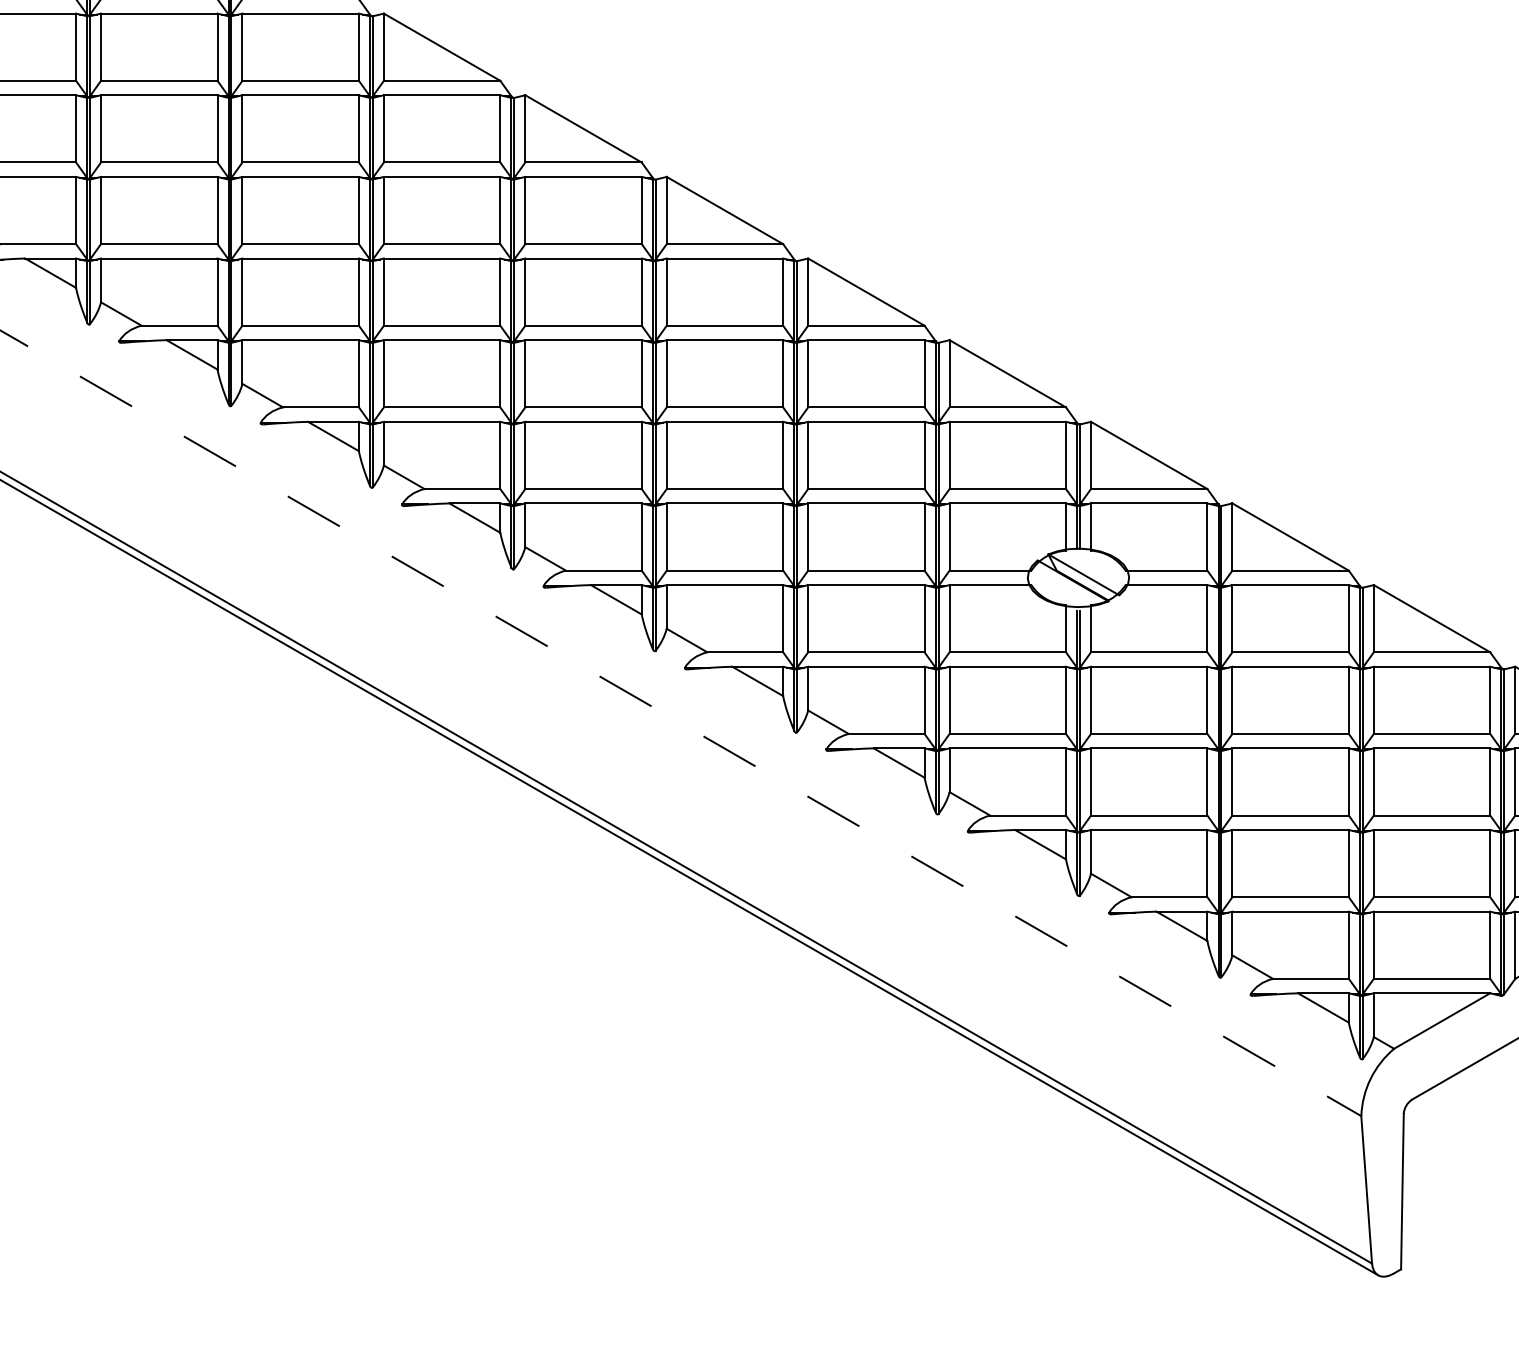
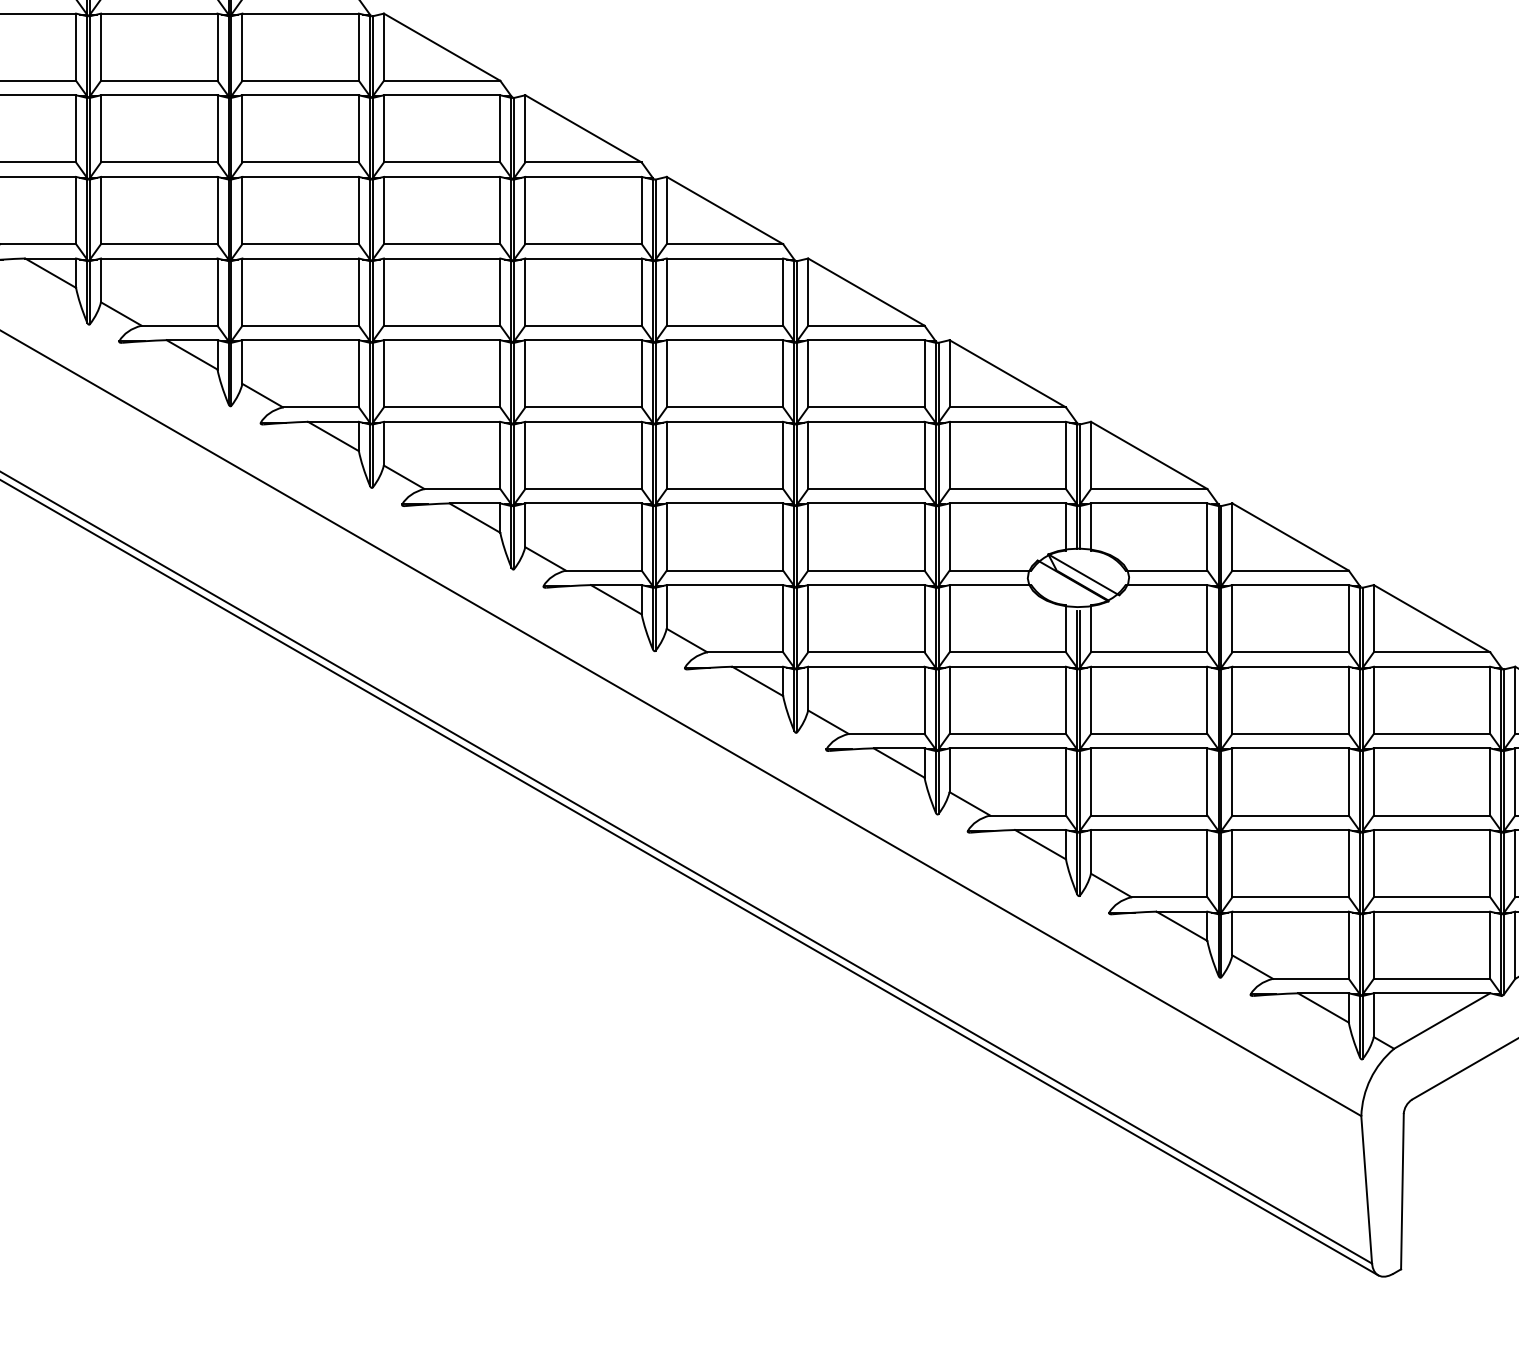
line at (680, 723): dashed -> solid
